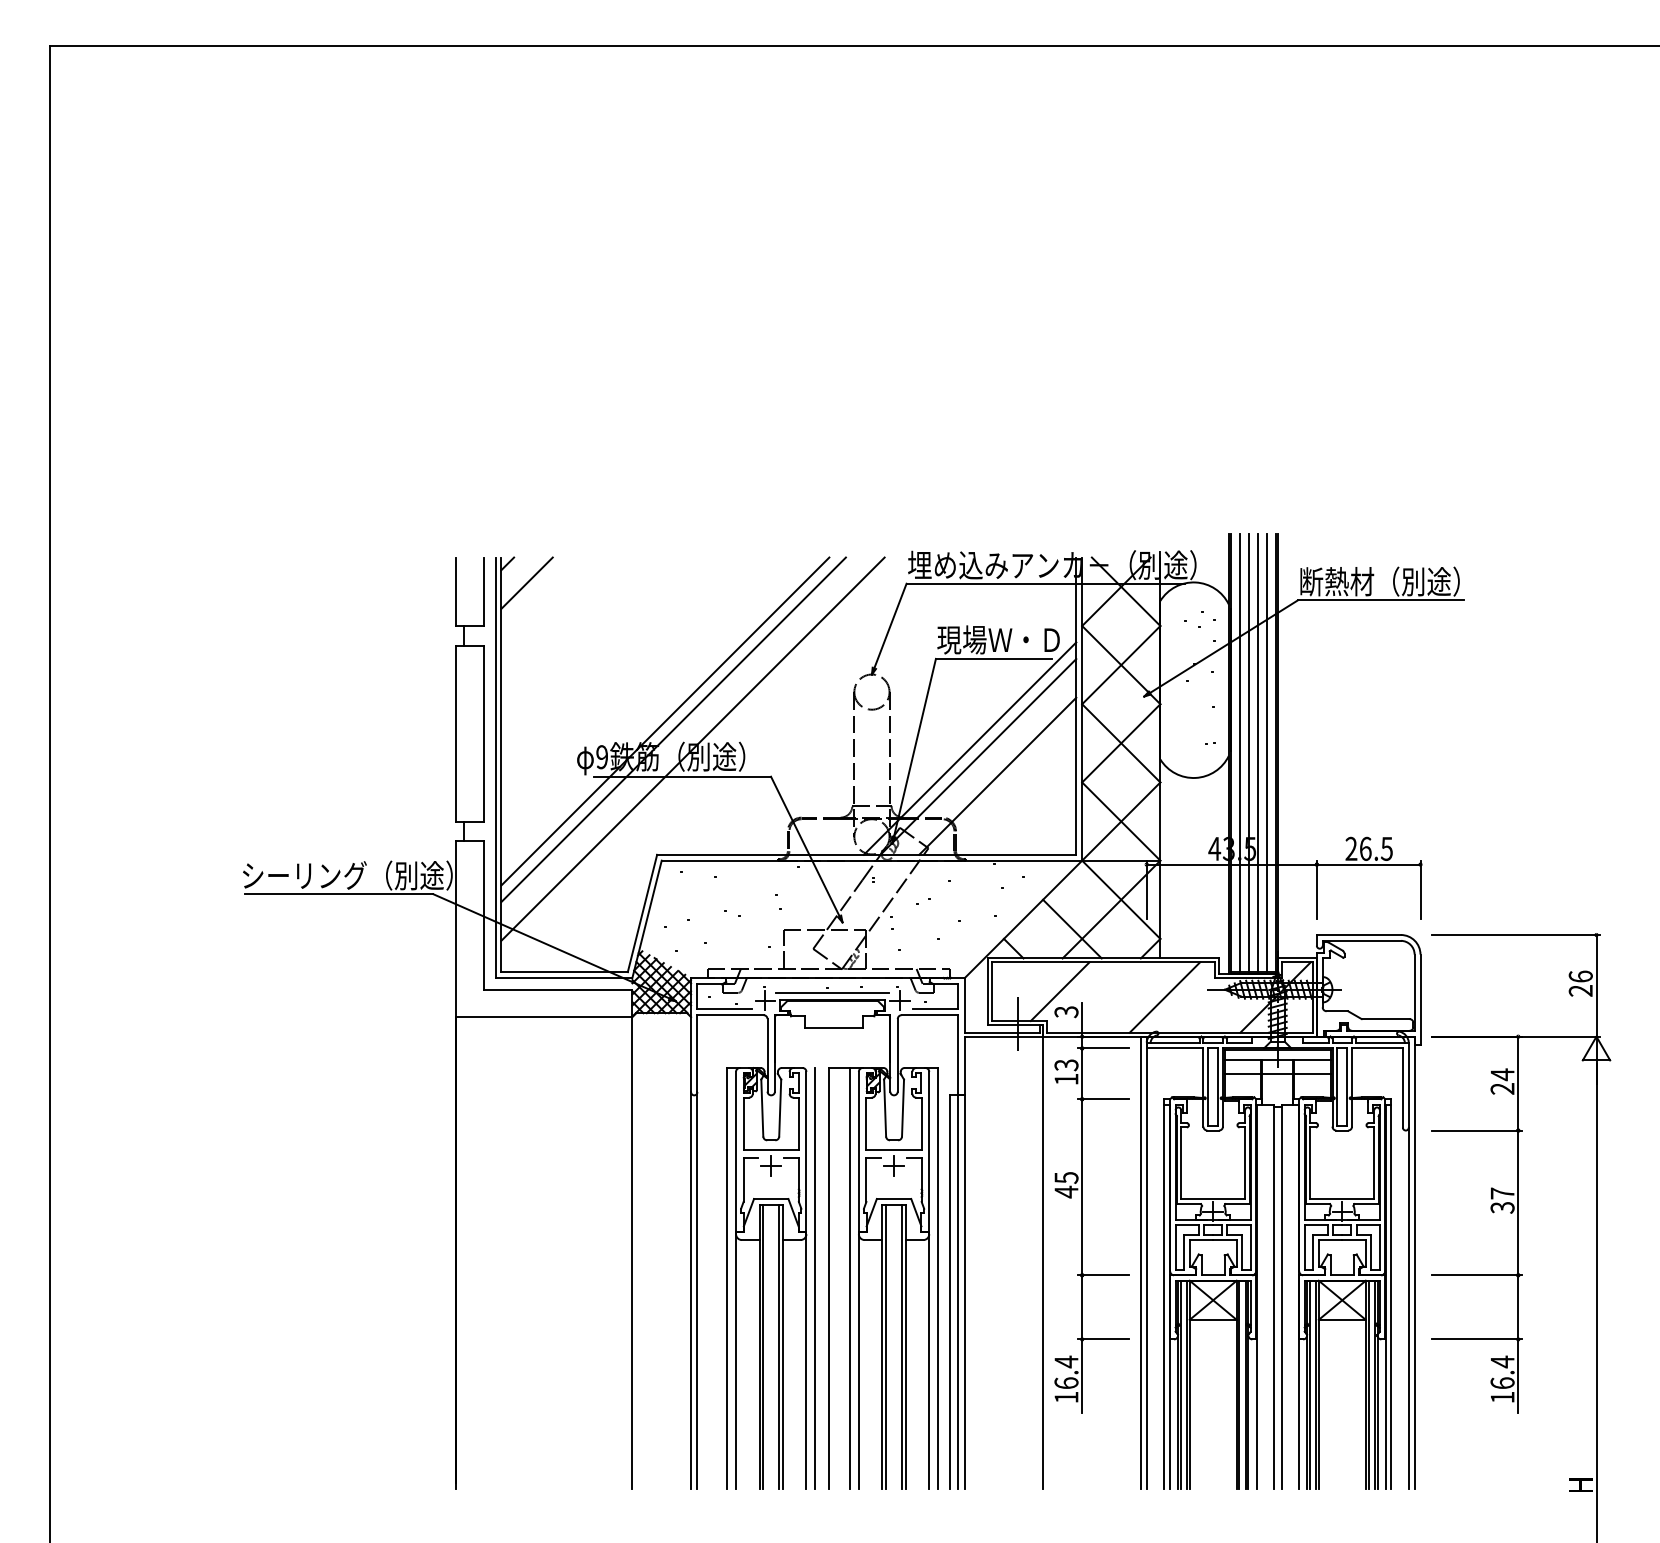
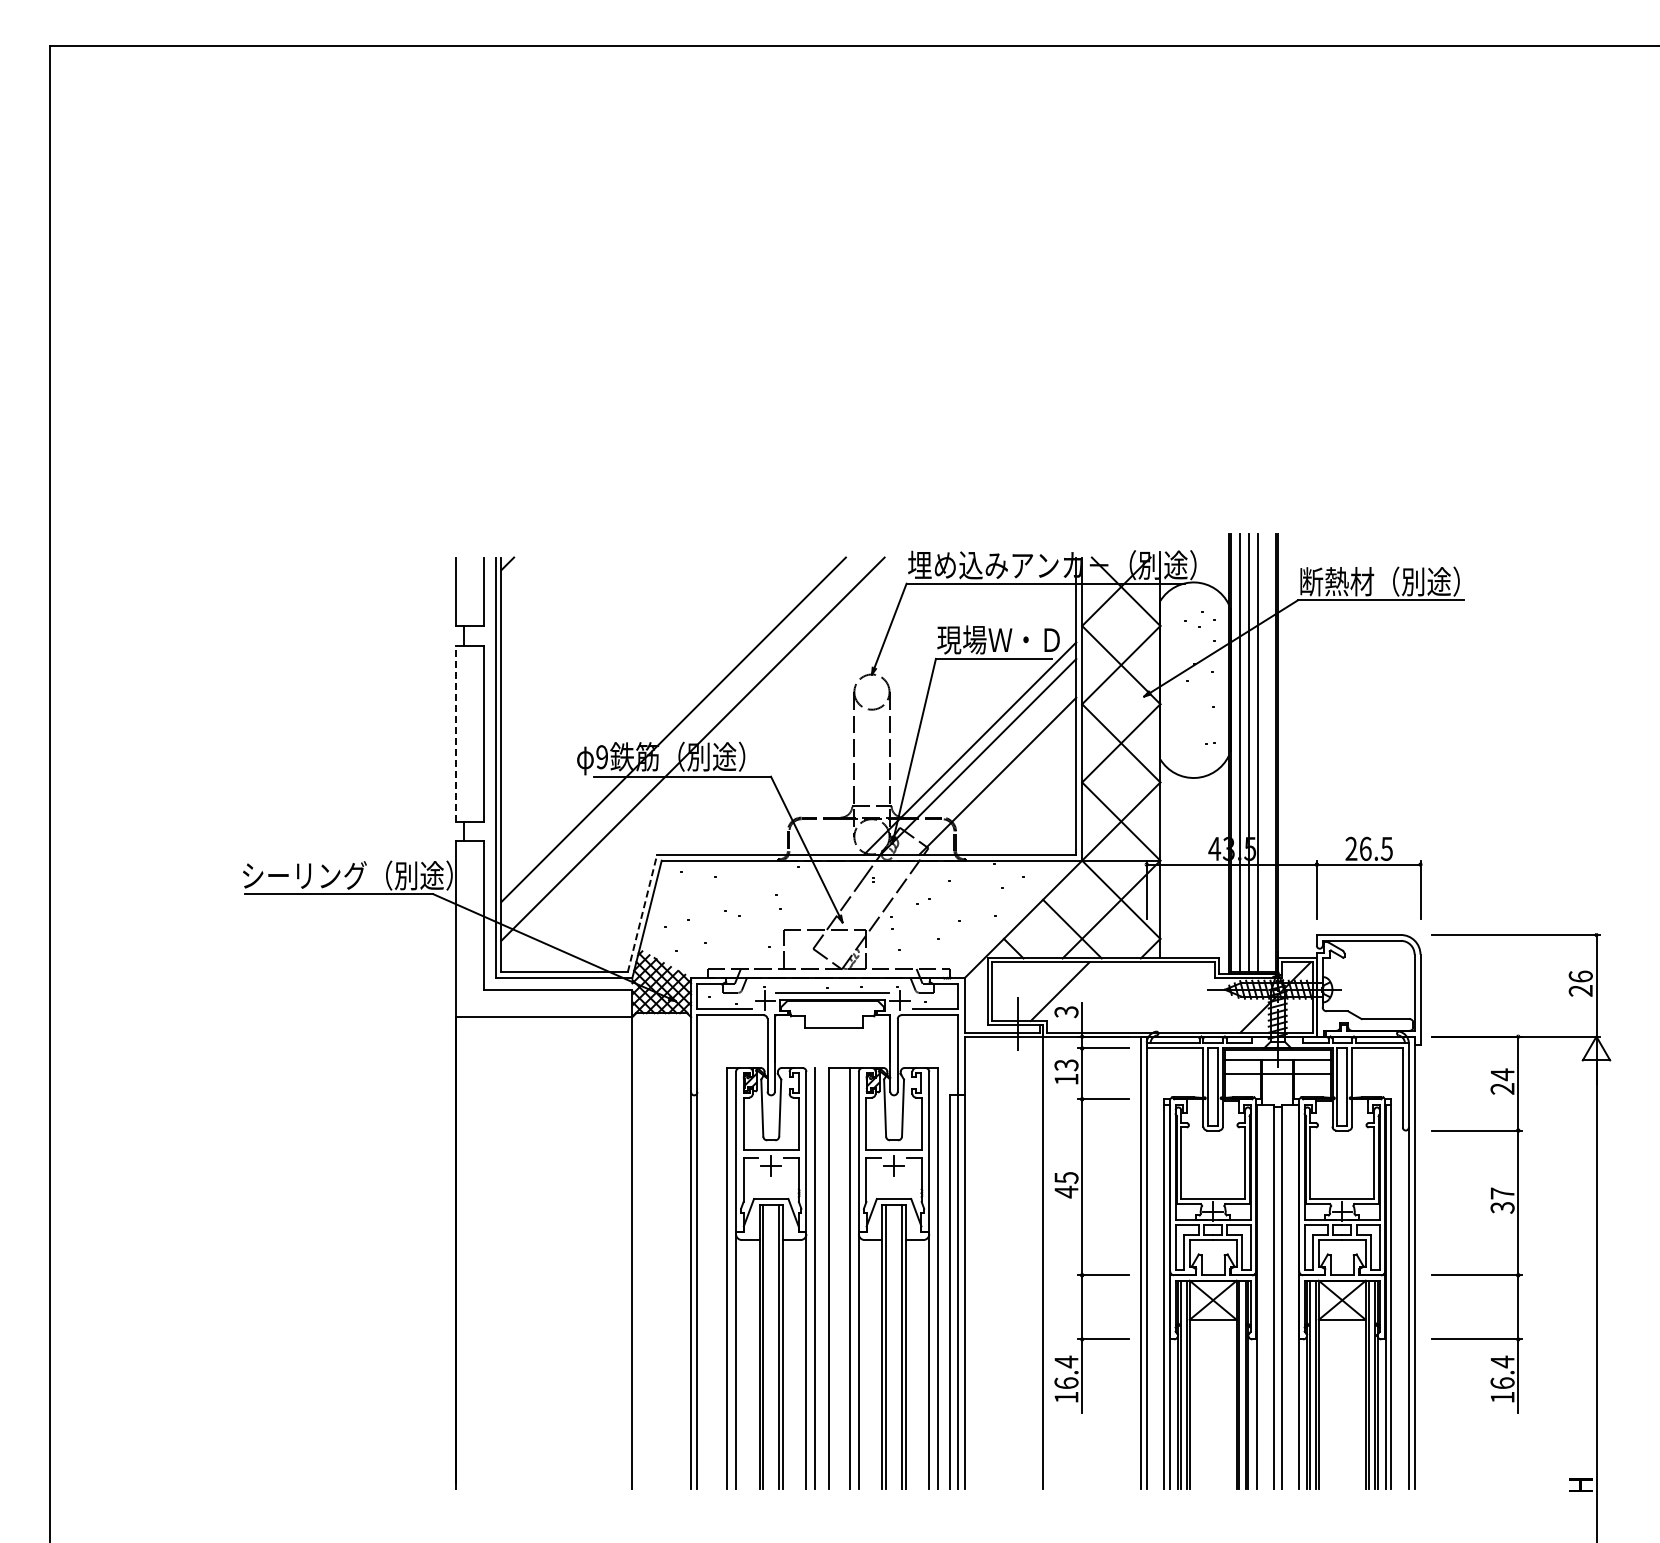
line at (526, 582): present -> none
line at (665, 721): present -> none
line at (456, 733): solid -> dashed
line at (1266, 753): present -> none
line at (642, 913): solid -> dashed
line at (1164, 997): present -> none
